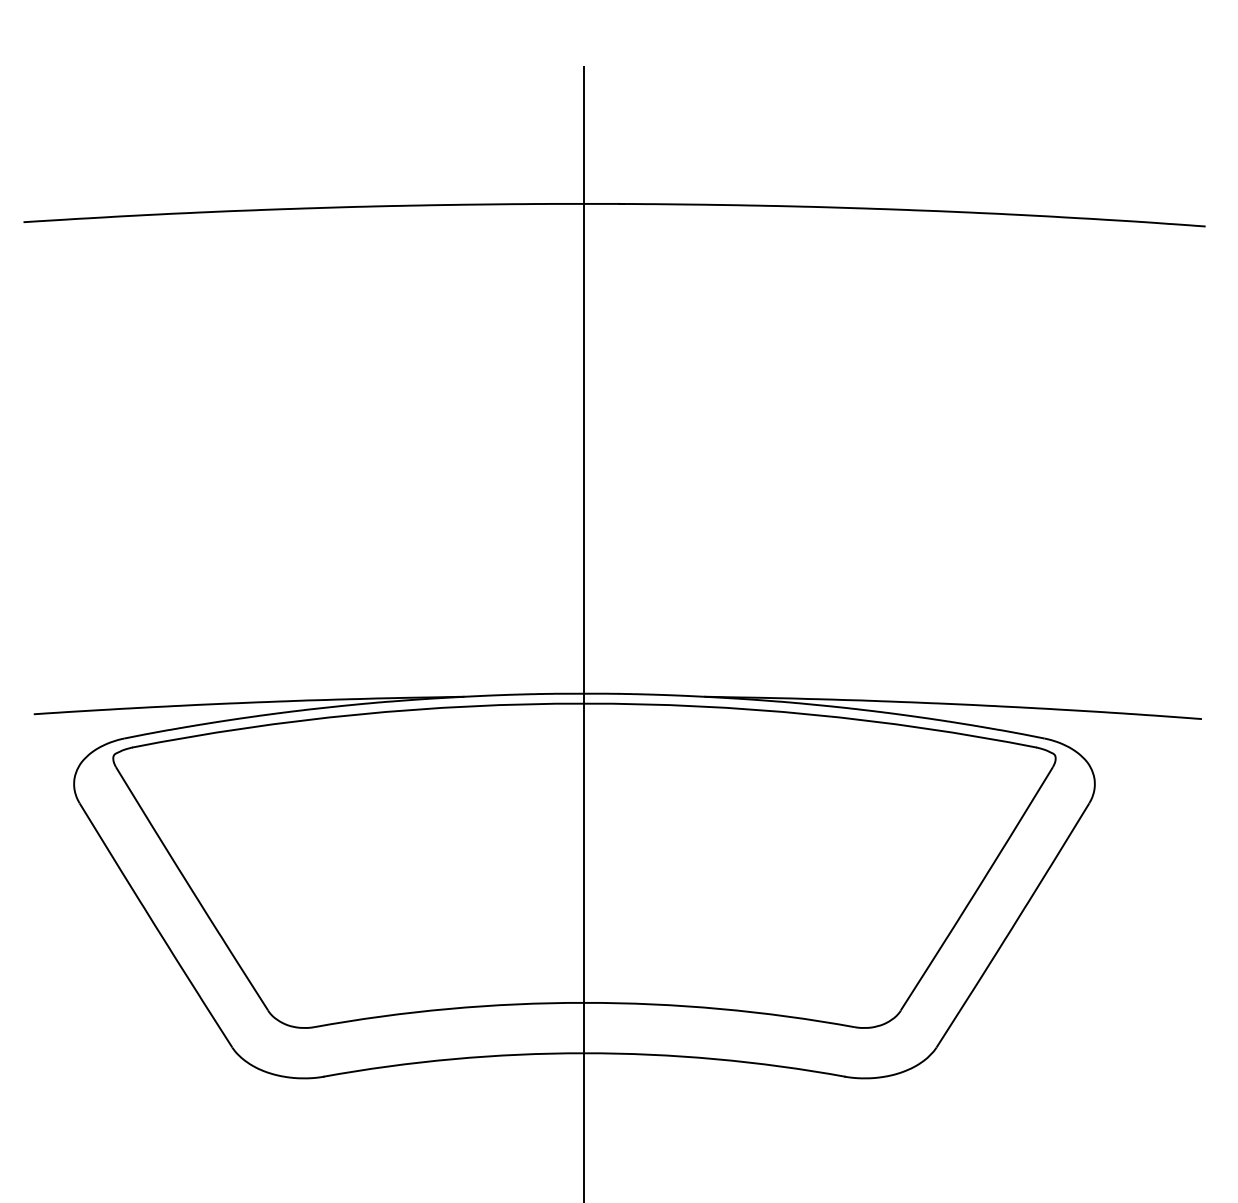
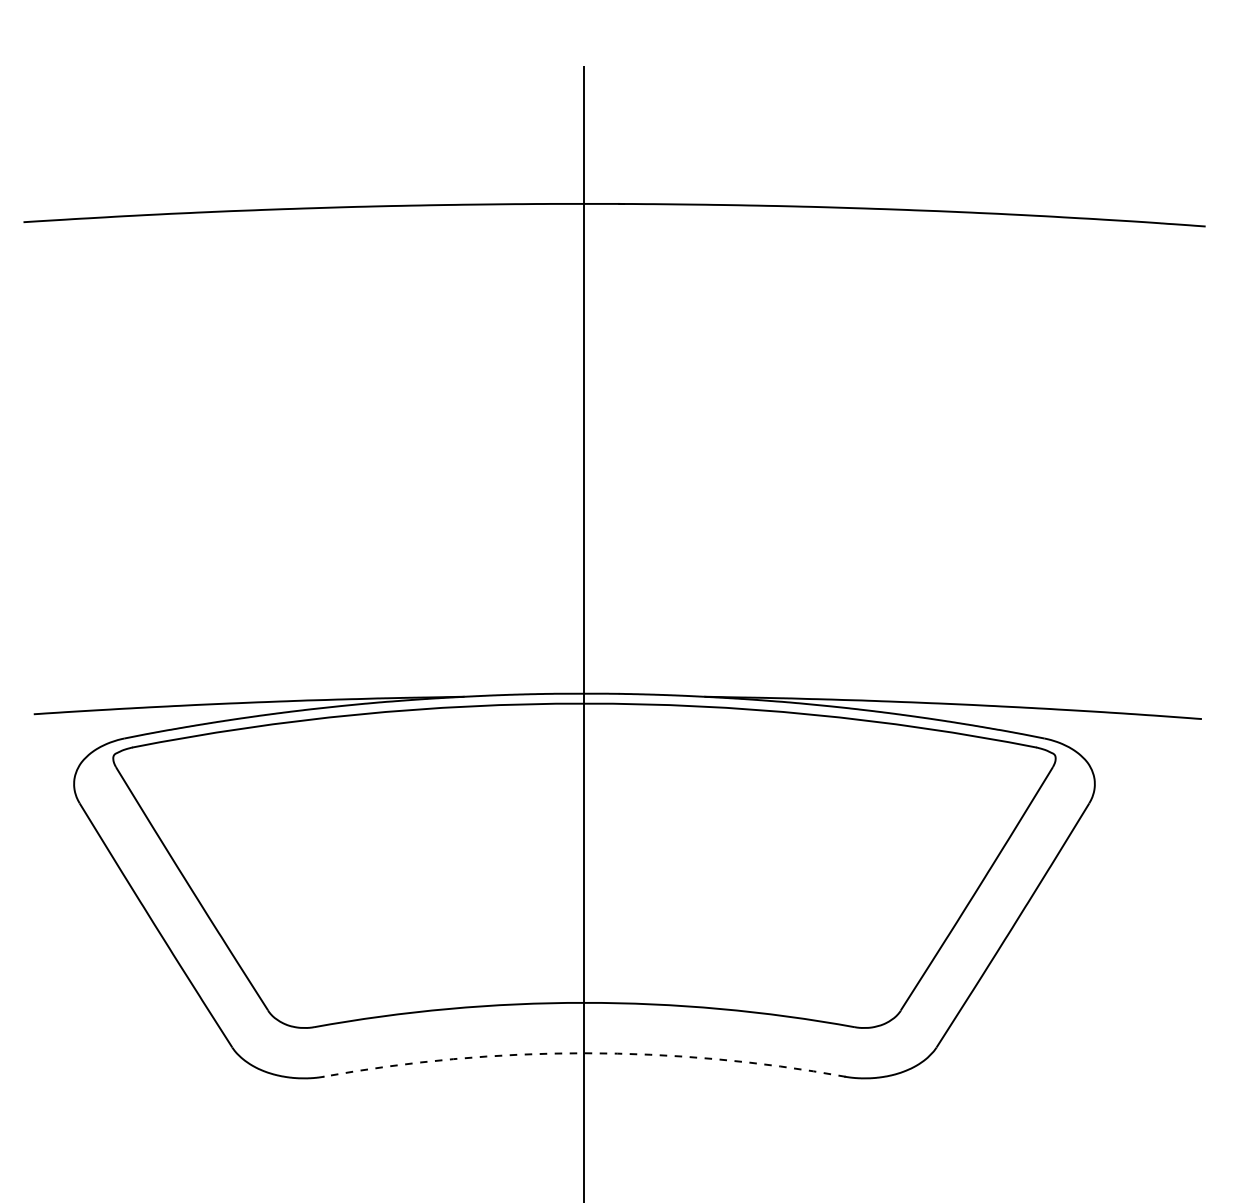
arc at (584, 1053): solid -> dashed
